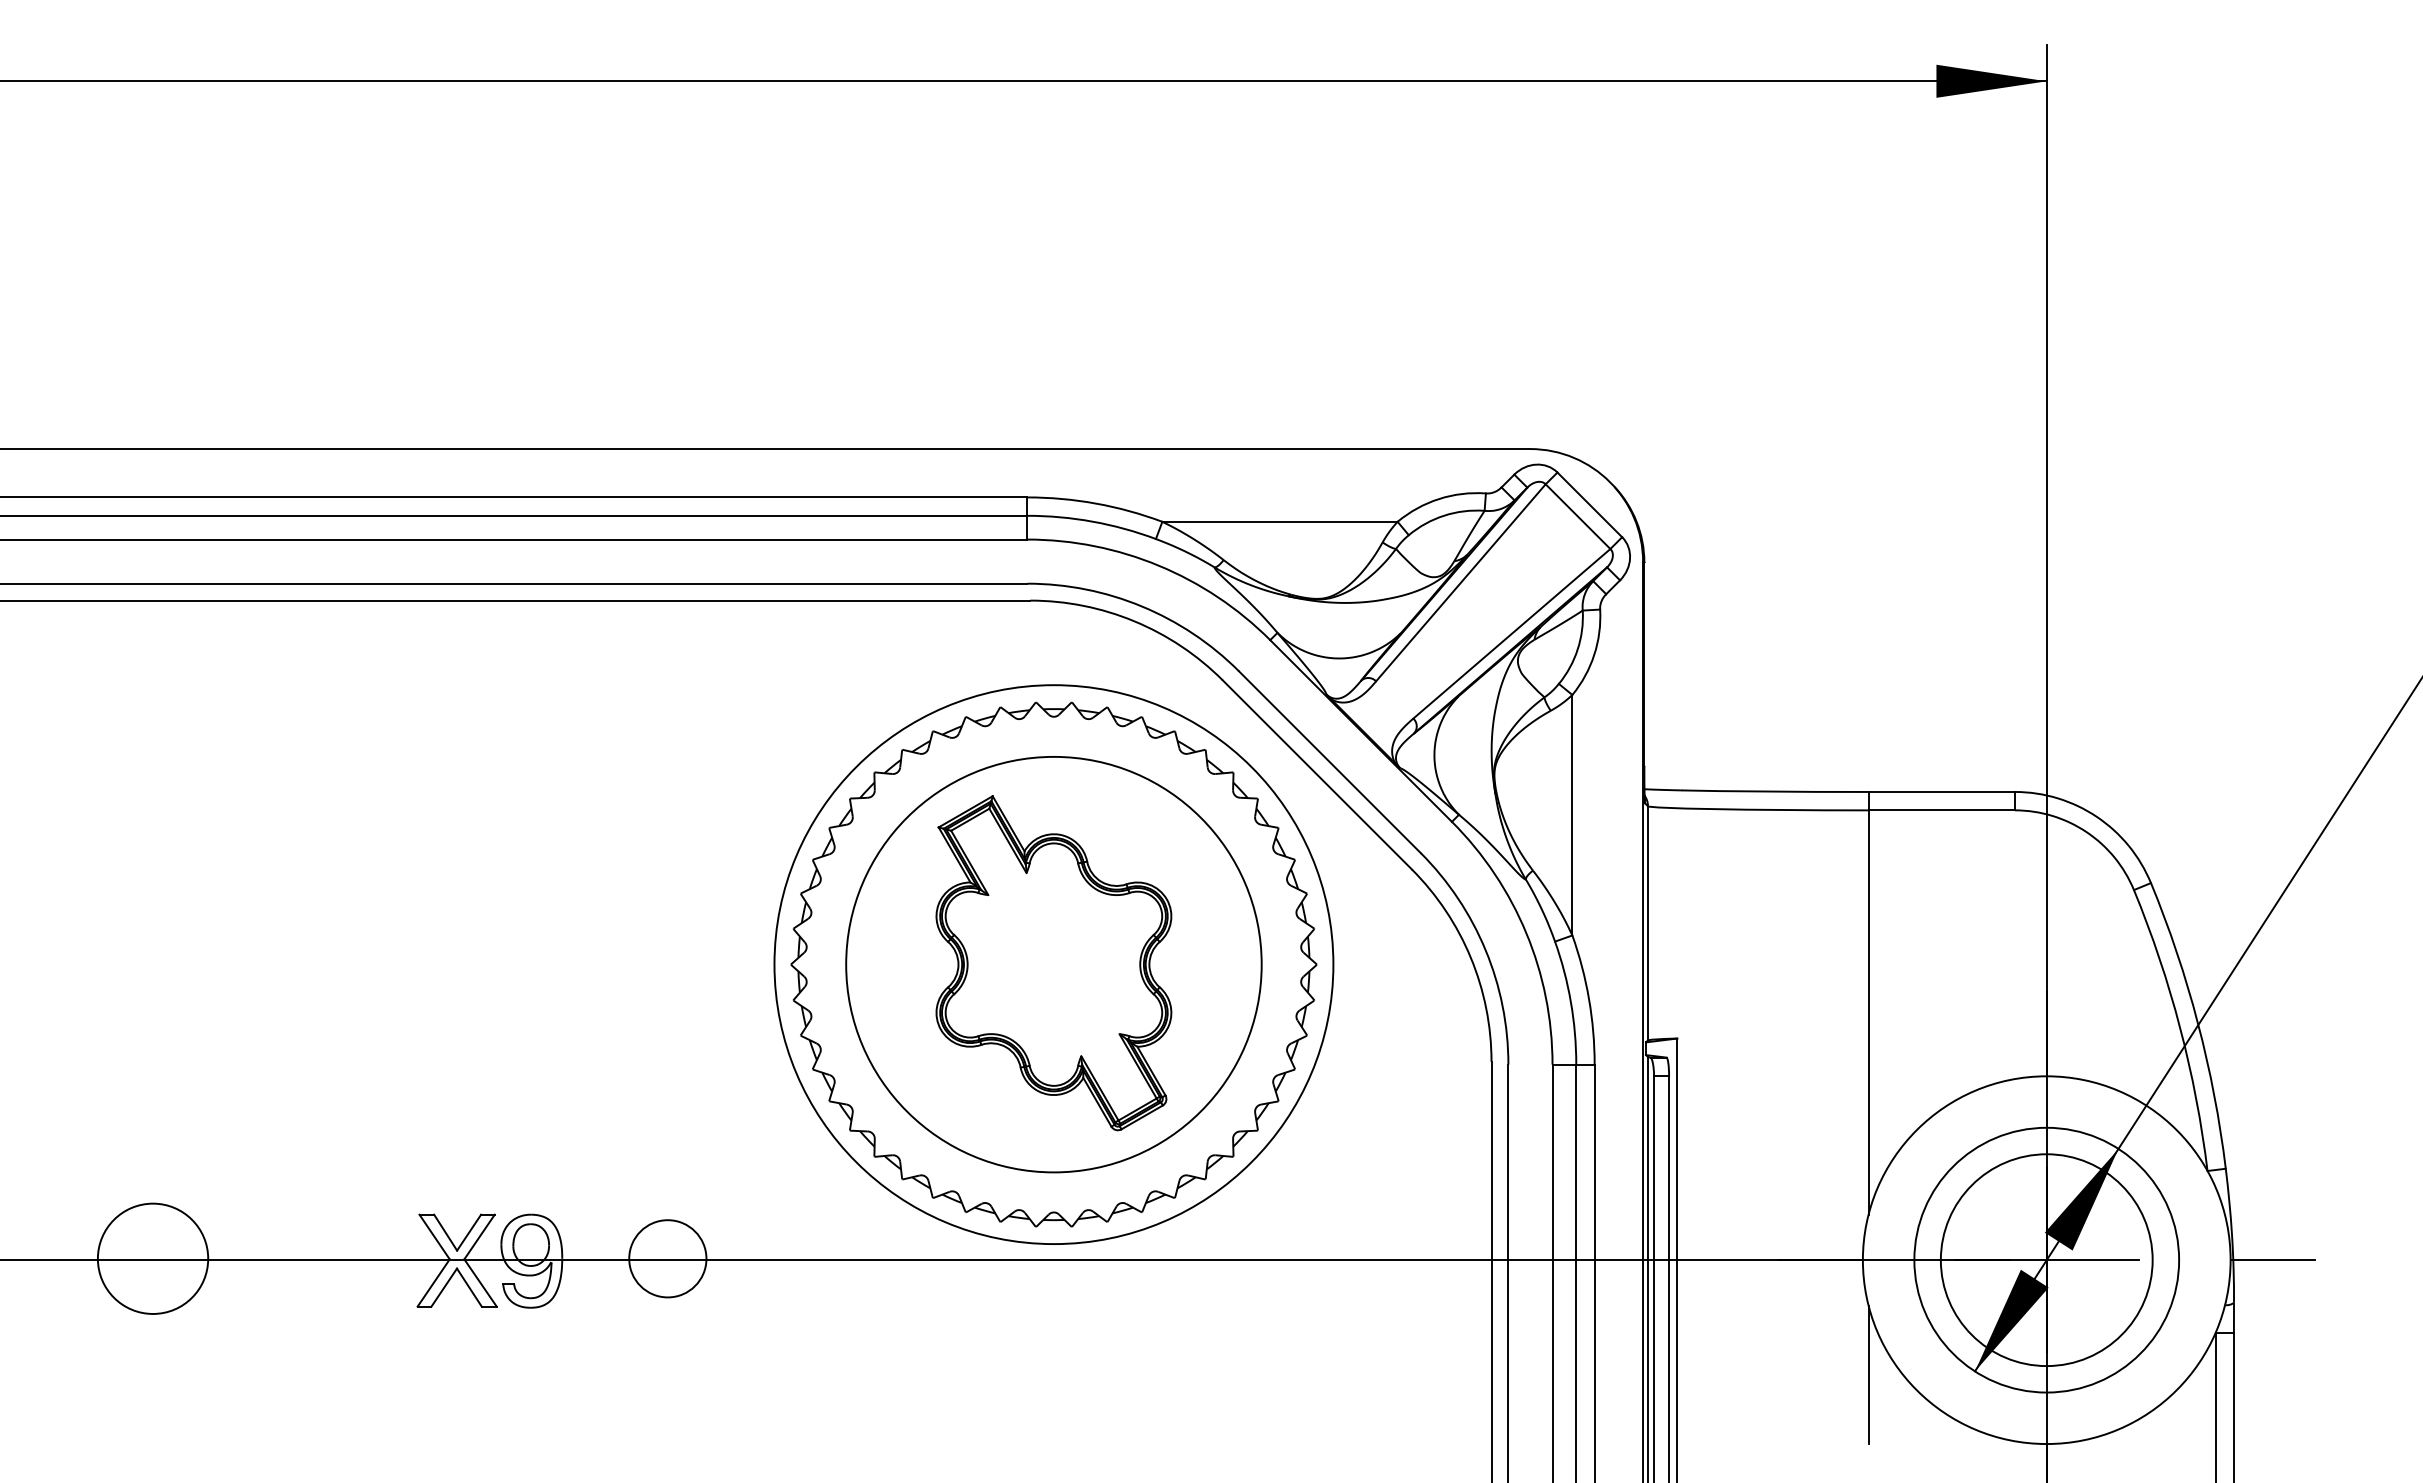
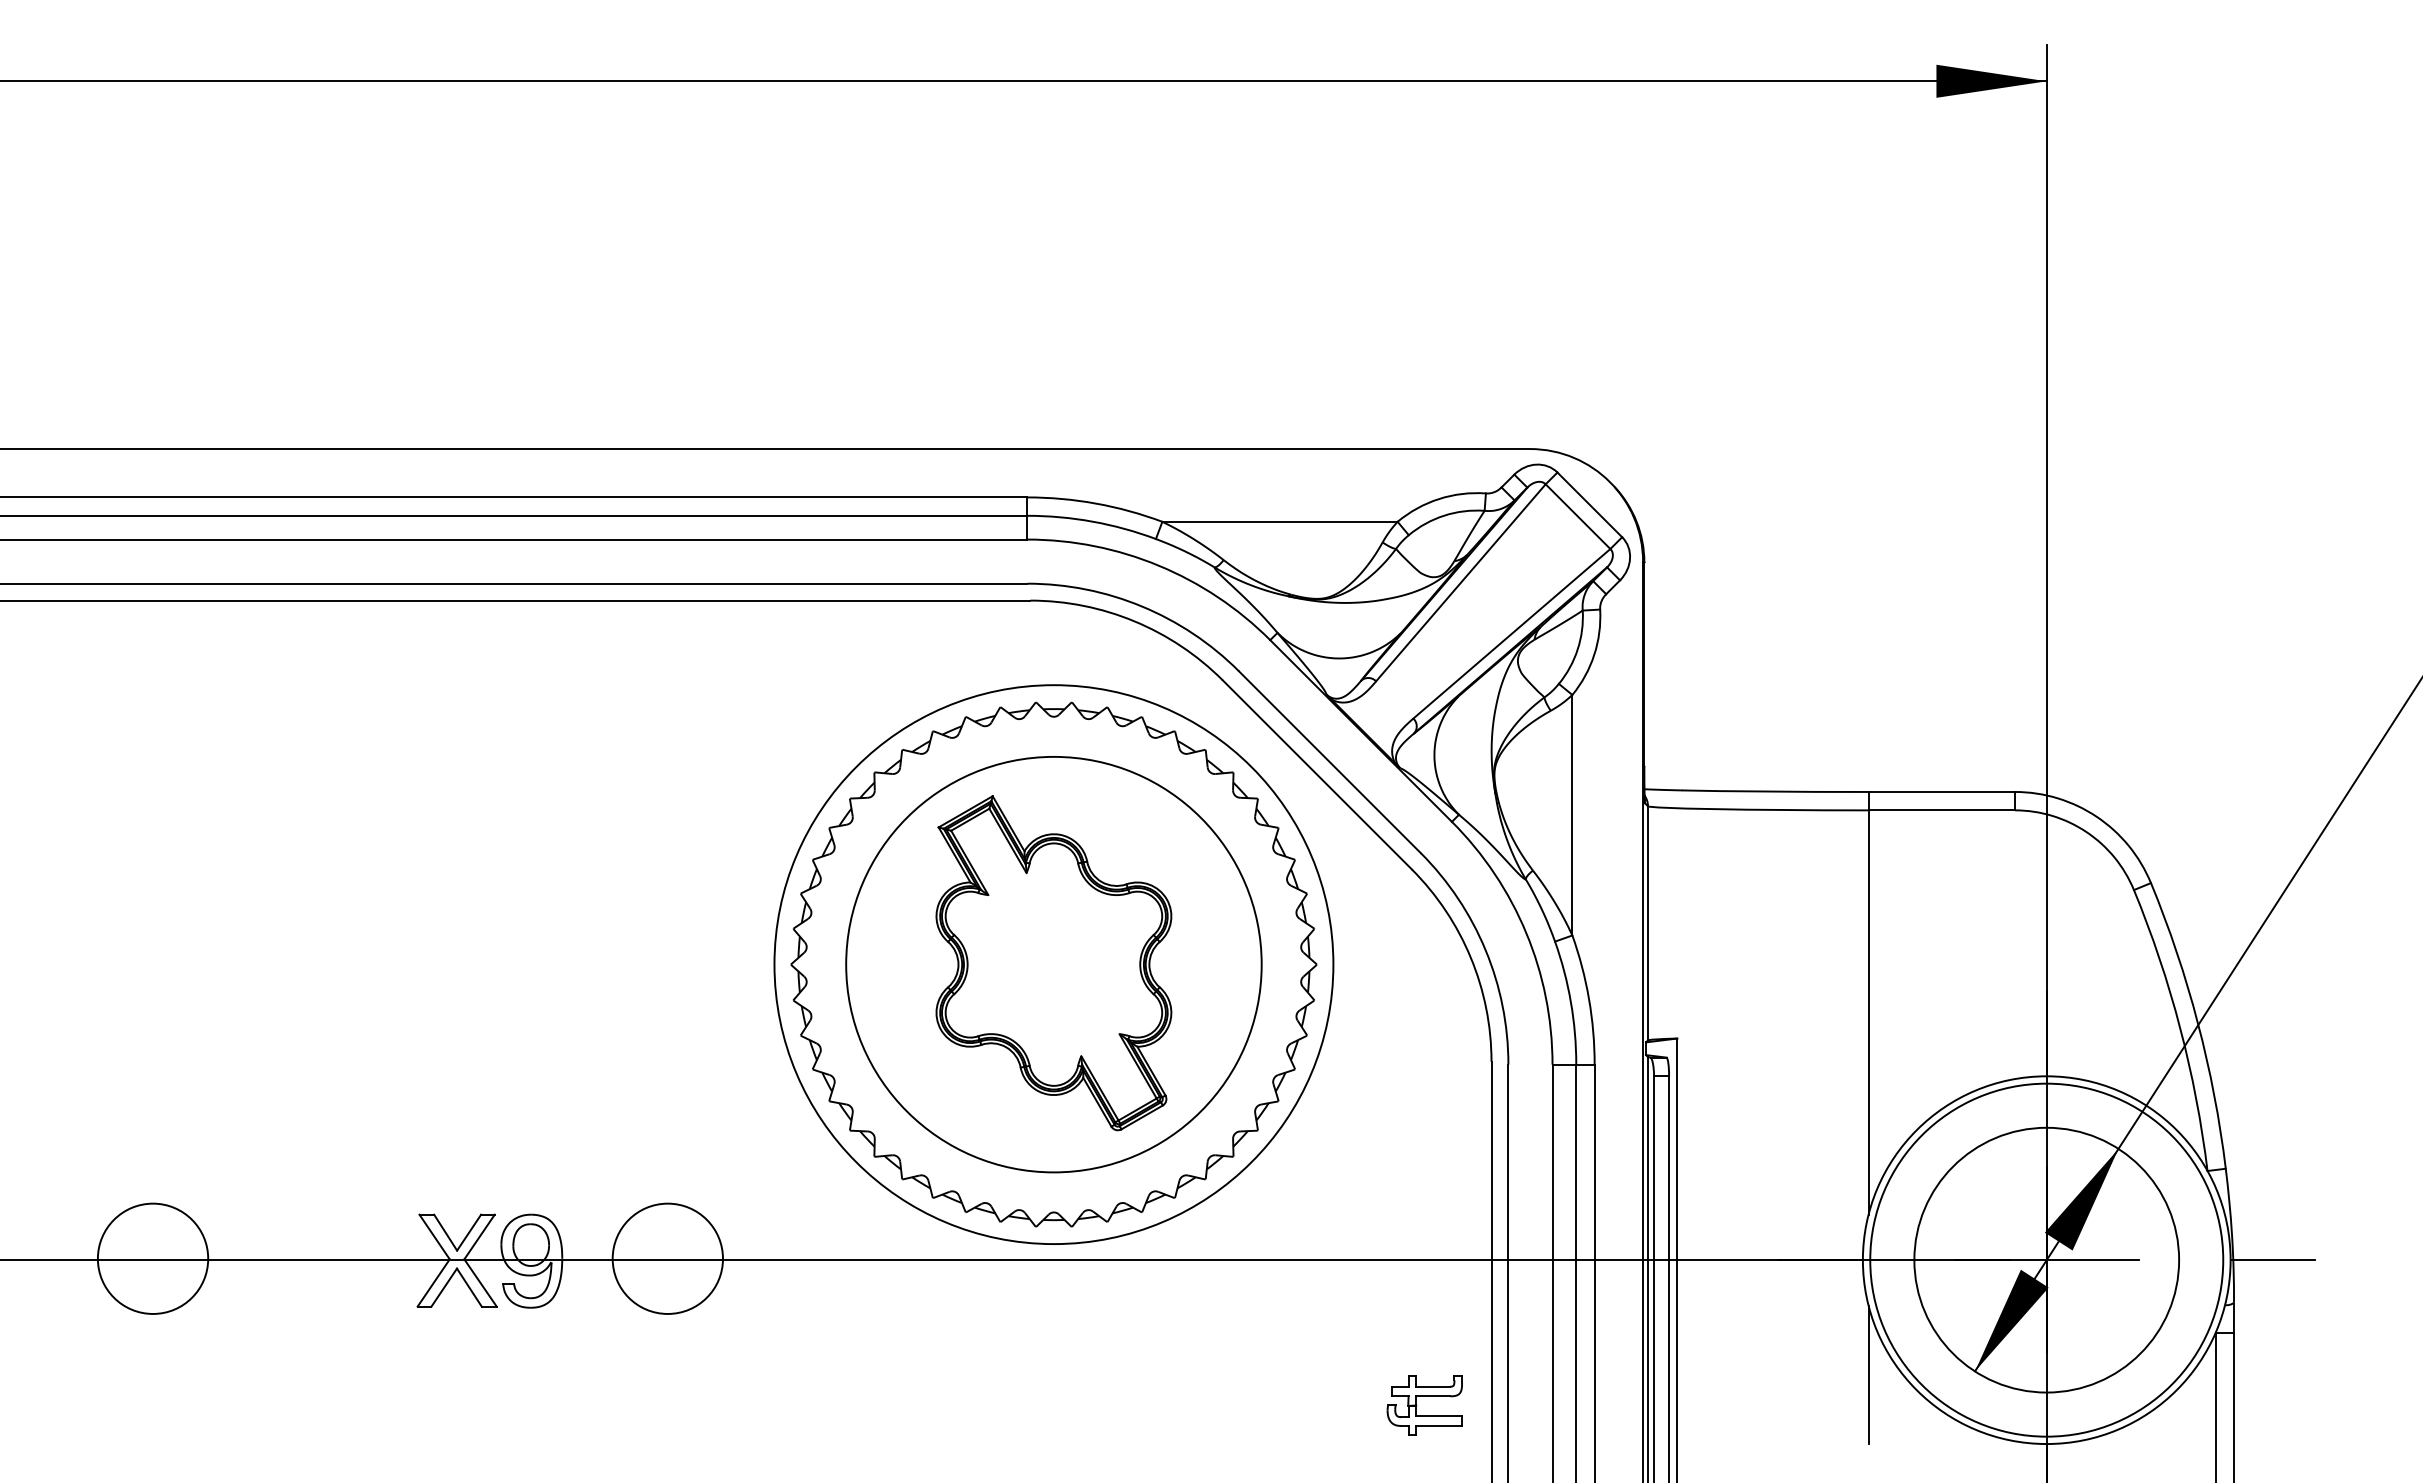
circle at (667, 1258) diameter: 77 px -> 110 px
circle at (2046, 1260) diameter: 212 px -> 353 px
part at (1417, 1405): none -> present
